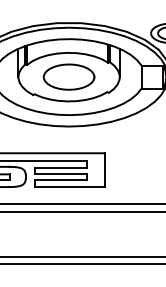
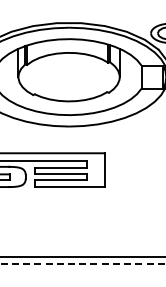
part at (68, 76): present -> none
line at (82, 204): present -> none
line at (82, 212): present -> none
line at (83, 263): solid -> dashed
